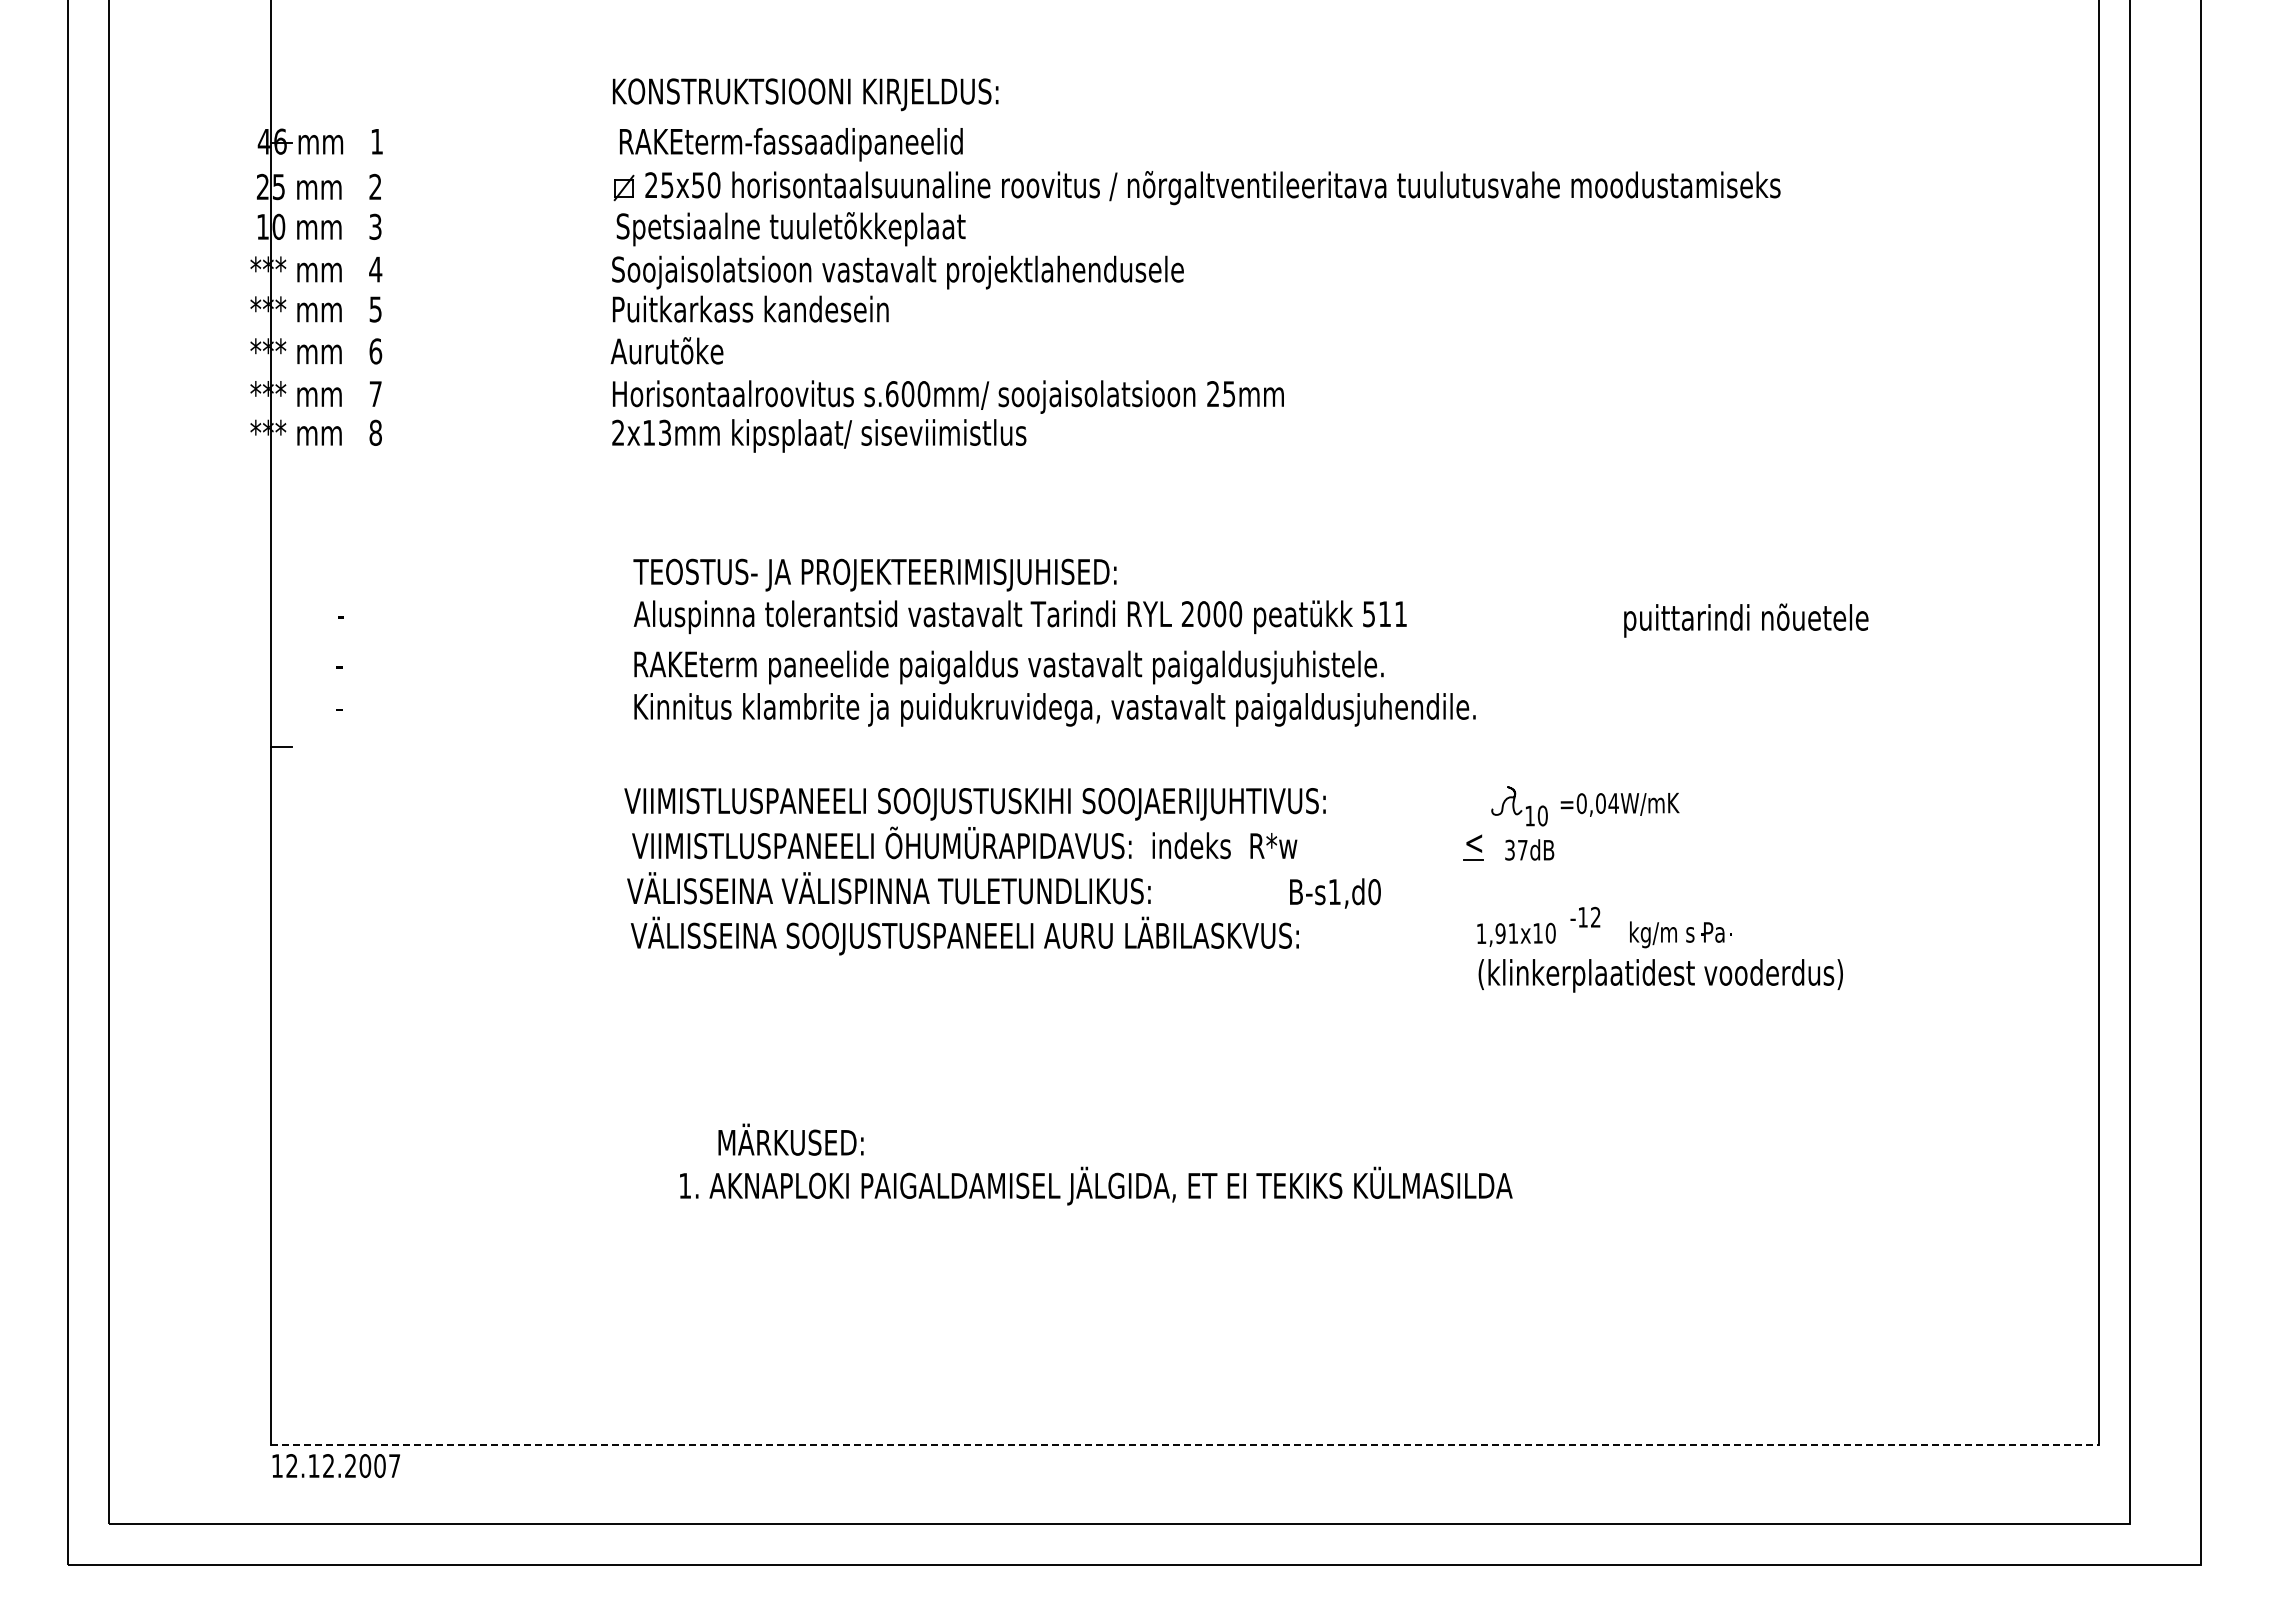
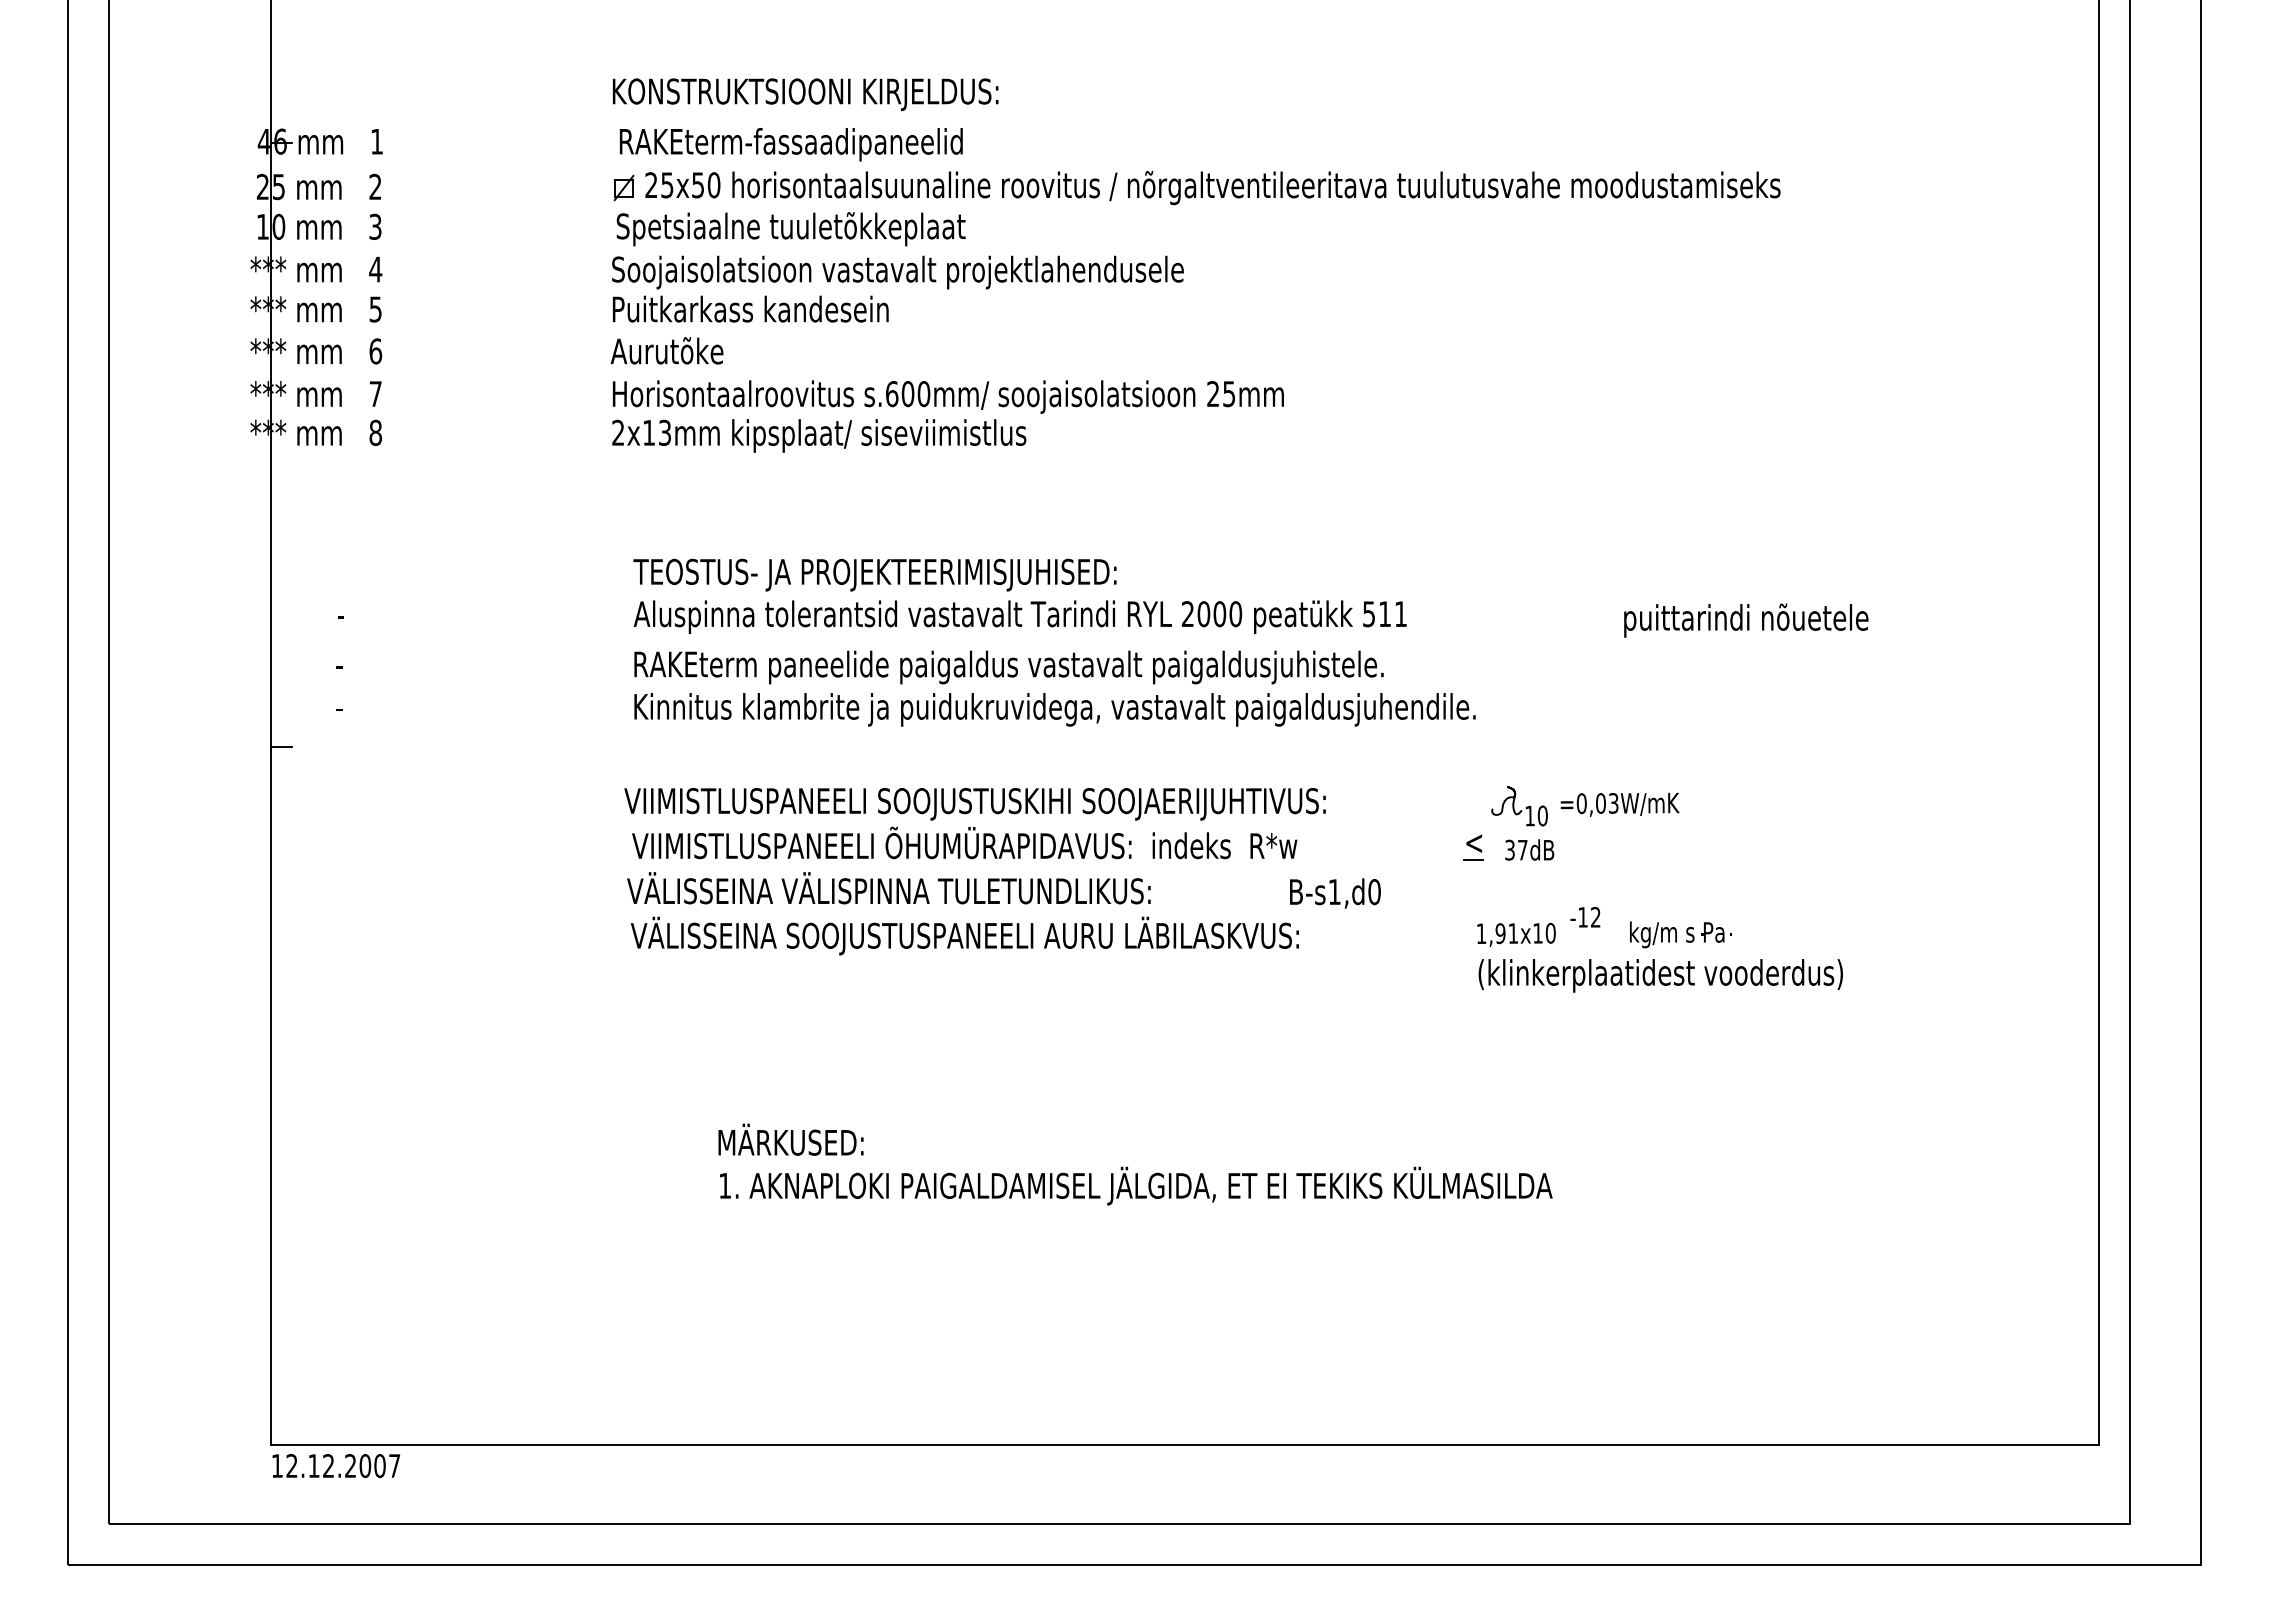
text at (1613, 803): =0,04W/mK -> =0,03W/mK
text at (1096, 1185) position: (1096, 1185) -> (1136, 1185)
line at (1185, 1444): dashed -> solid
